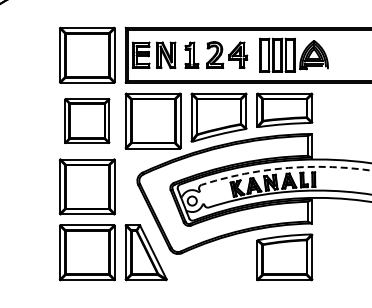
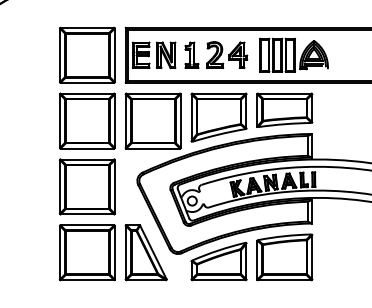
part at (87, 121) size: 47x47 px -> 58x58 px
arc at (286, 168): dashed -> solid
part at (218, 261): none -> present
